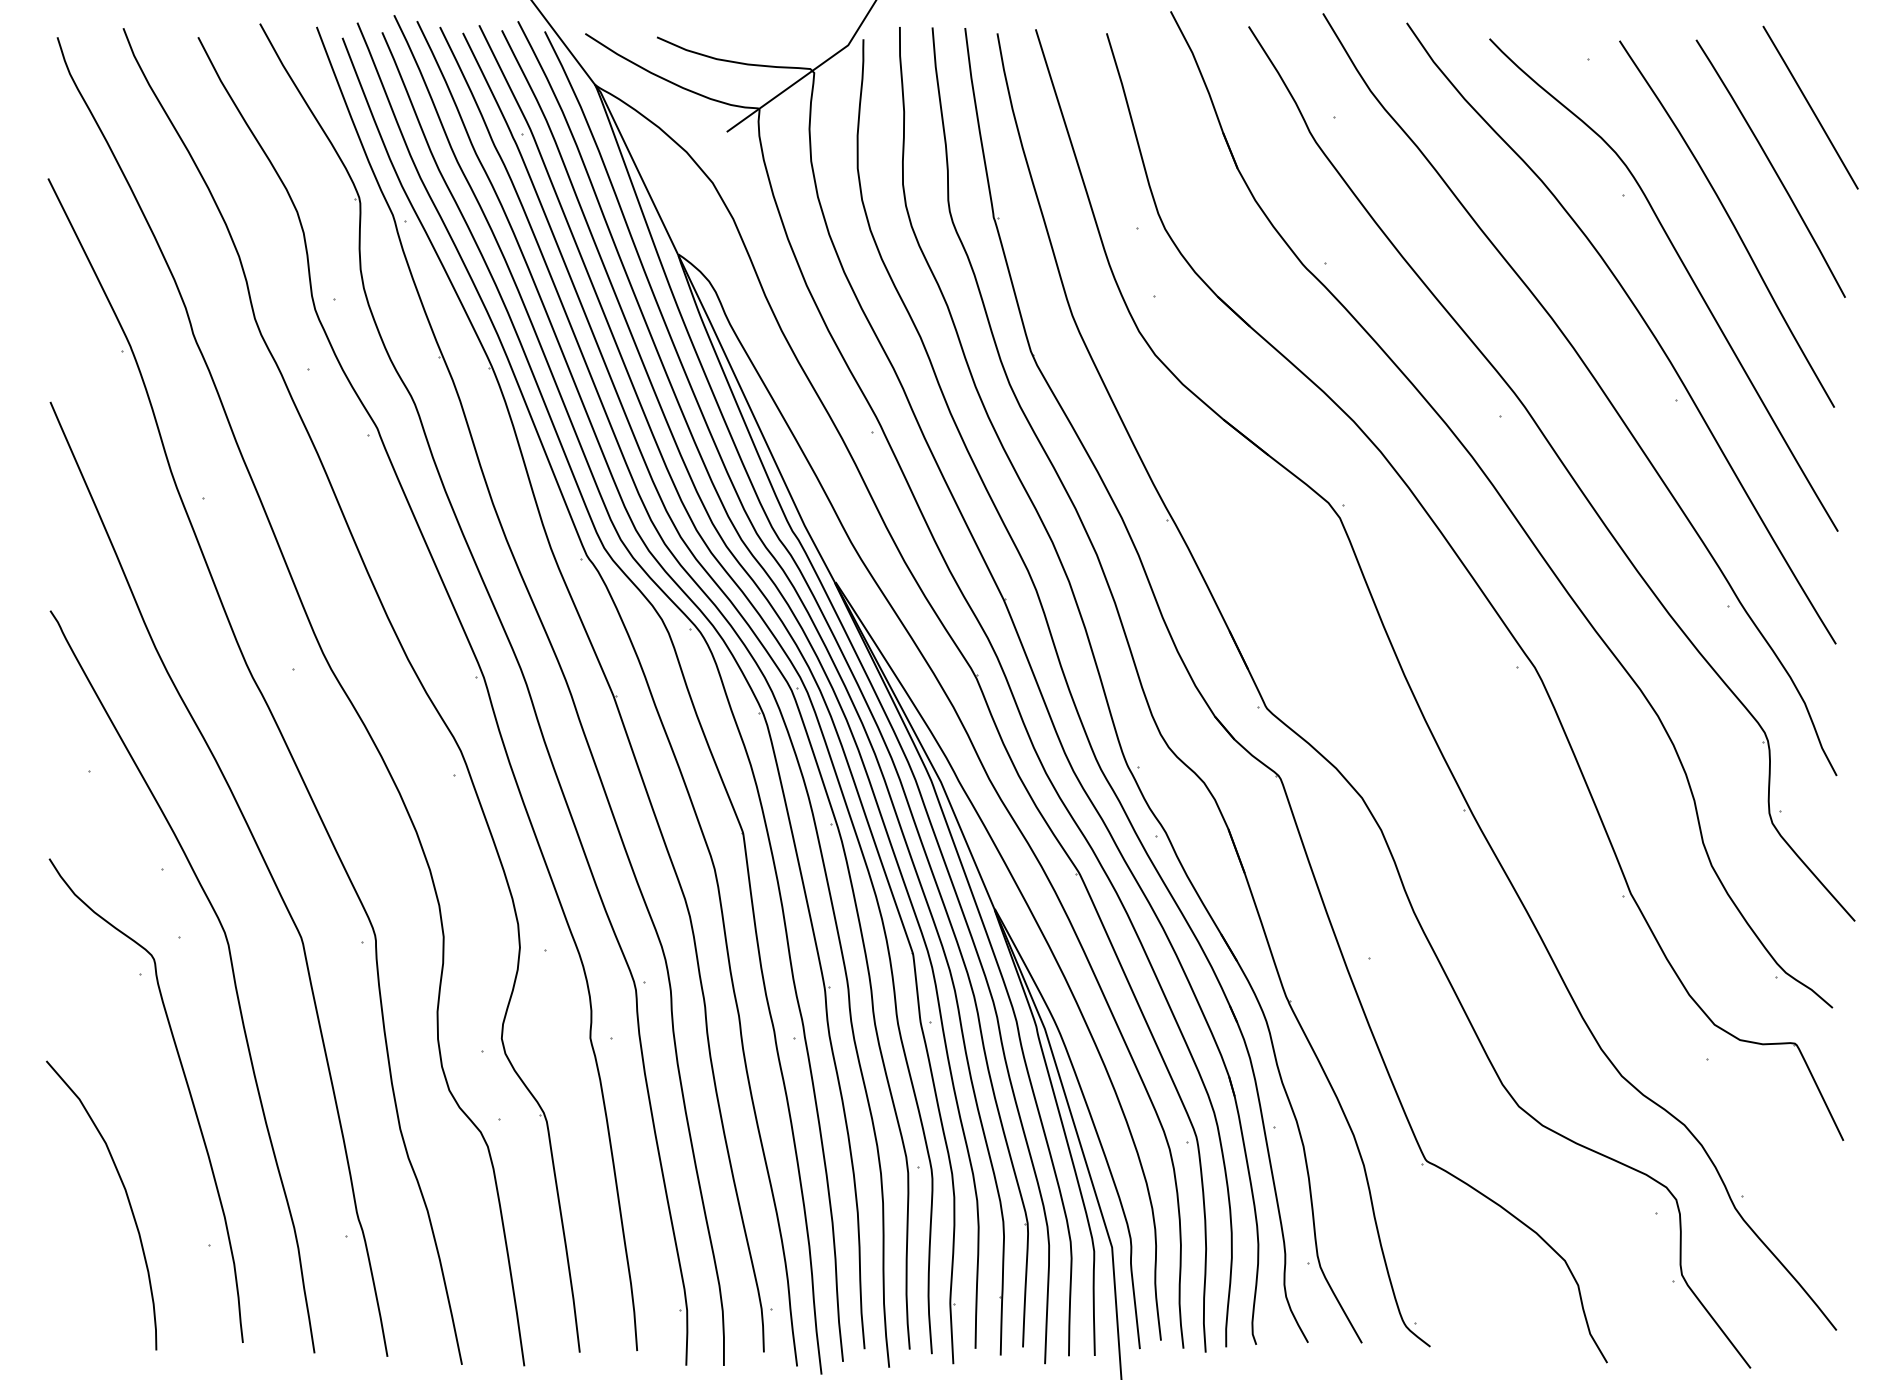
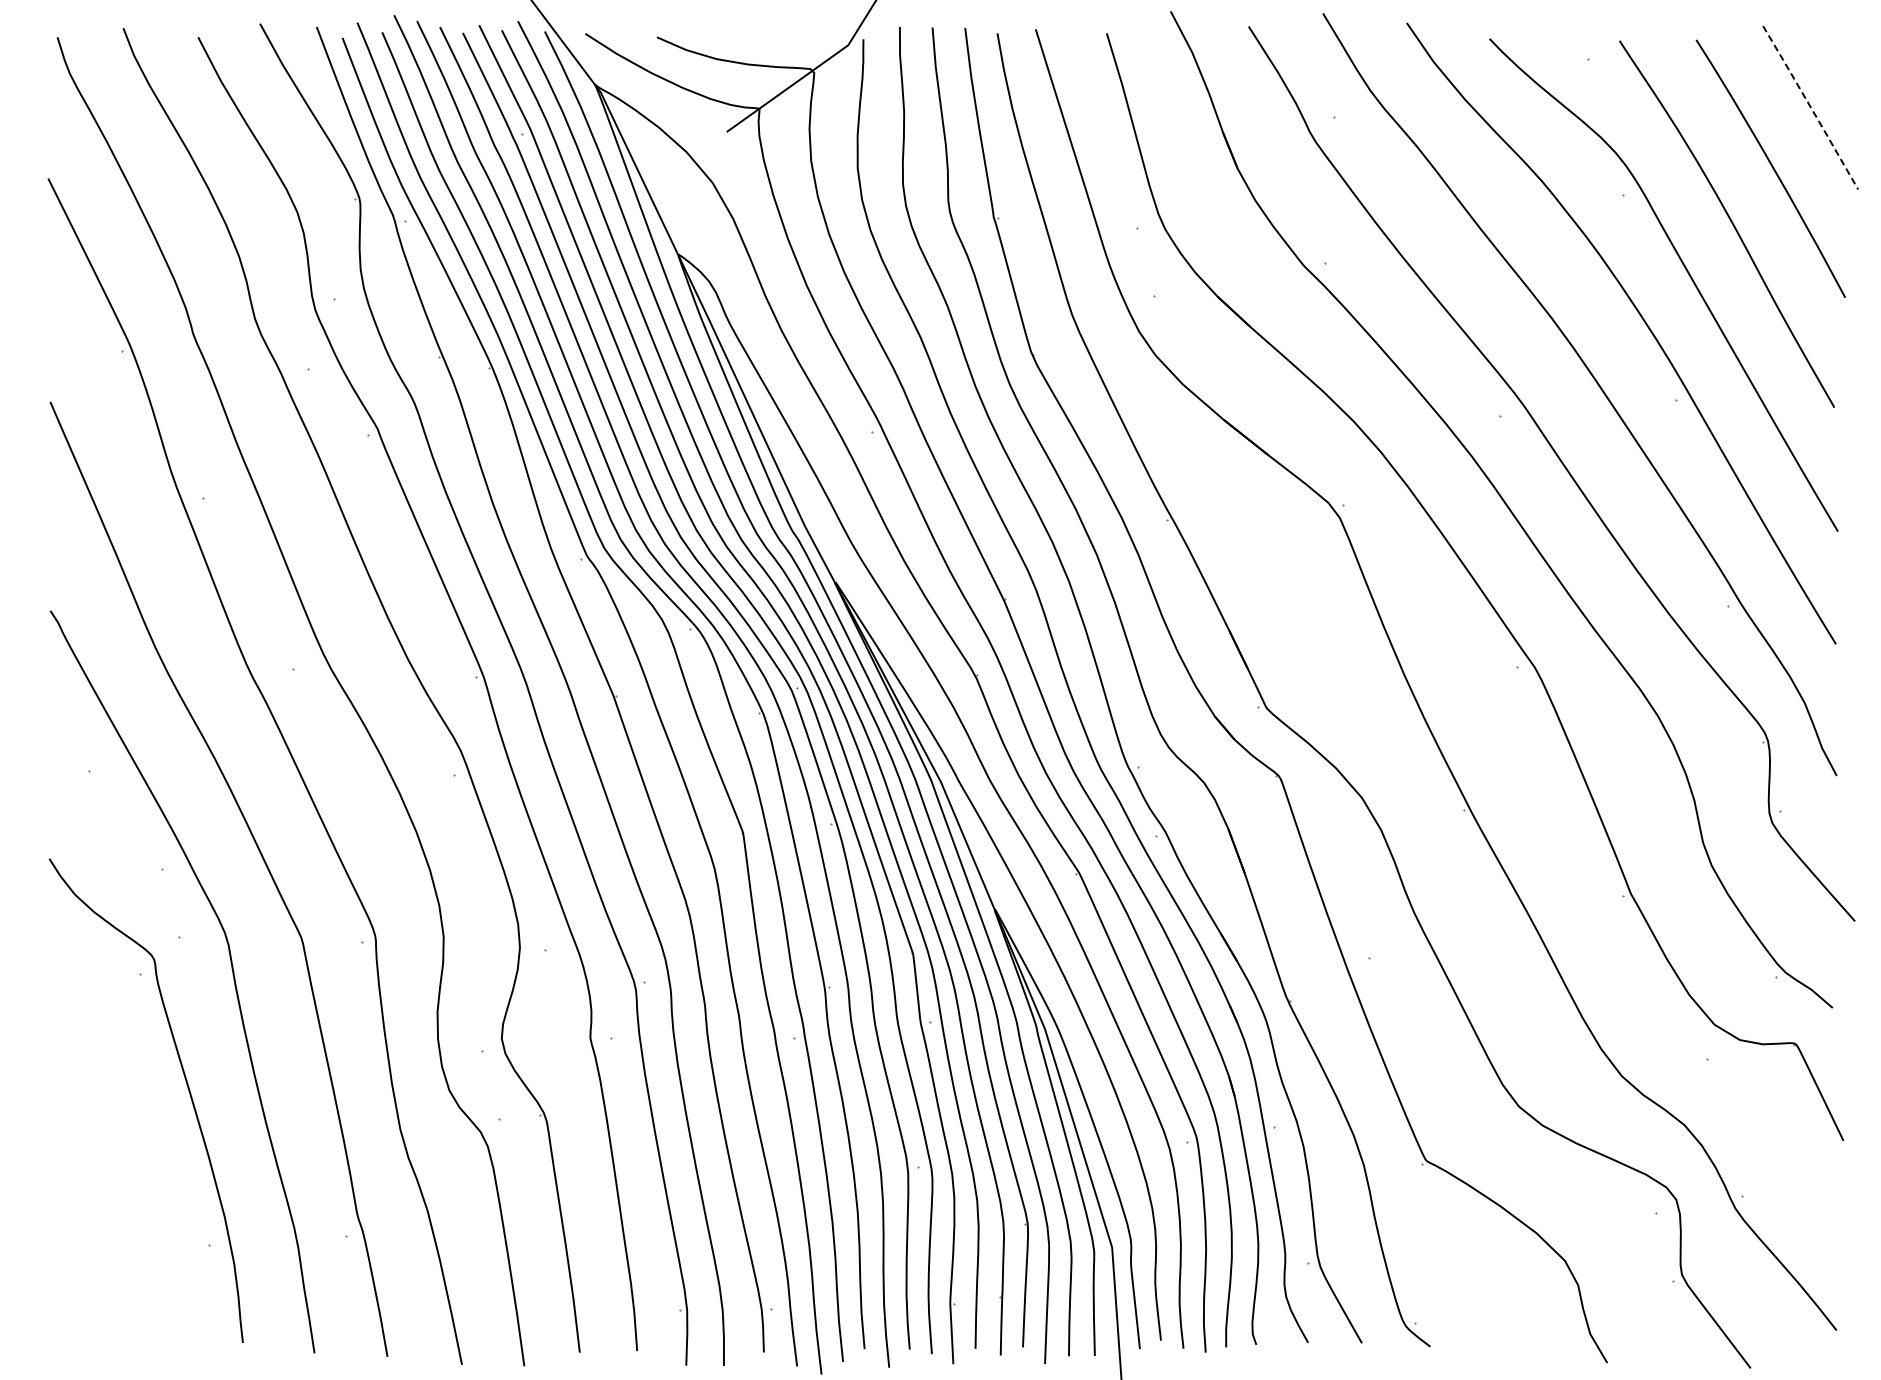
line at (1811, 107): solid -> dashed
curve at (127, 1200): present -> none
